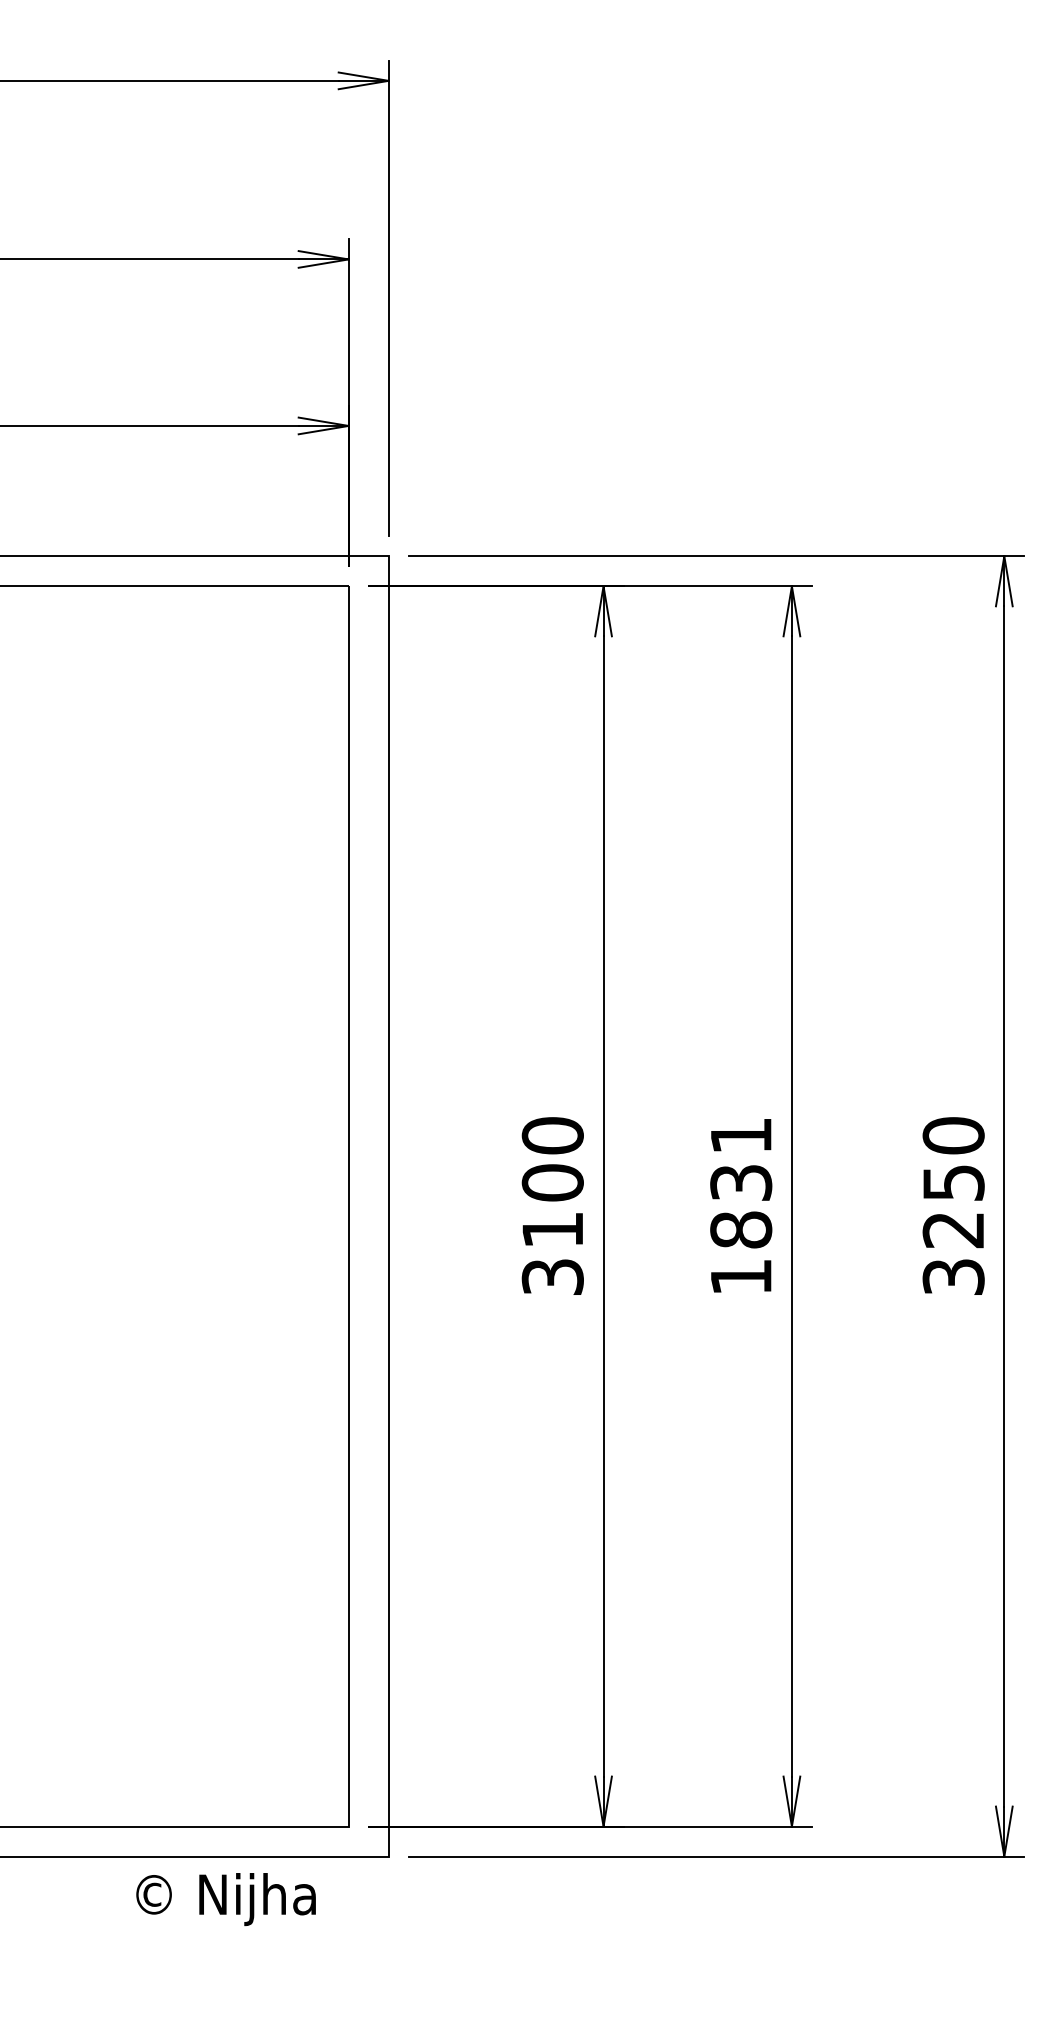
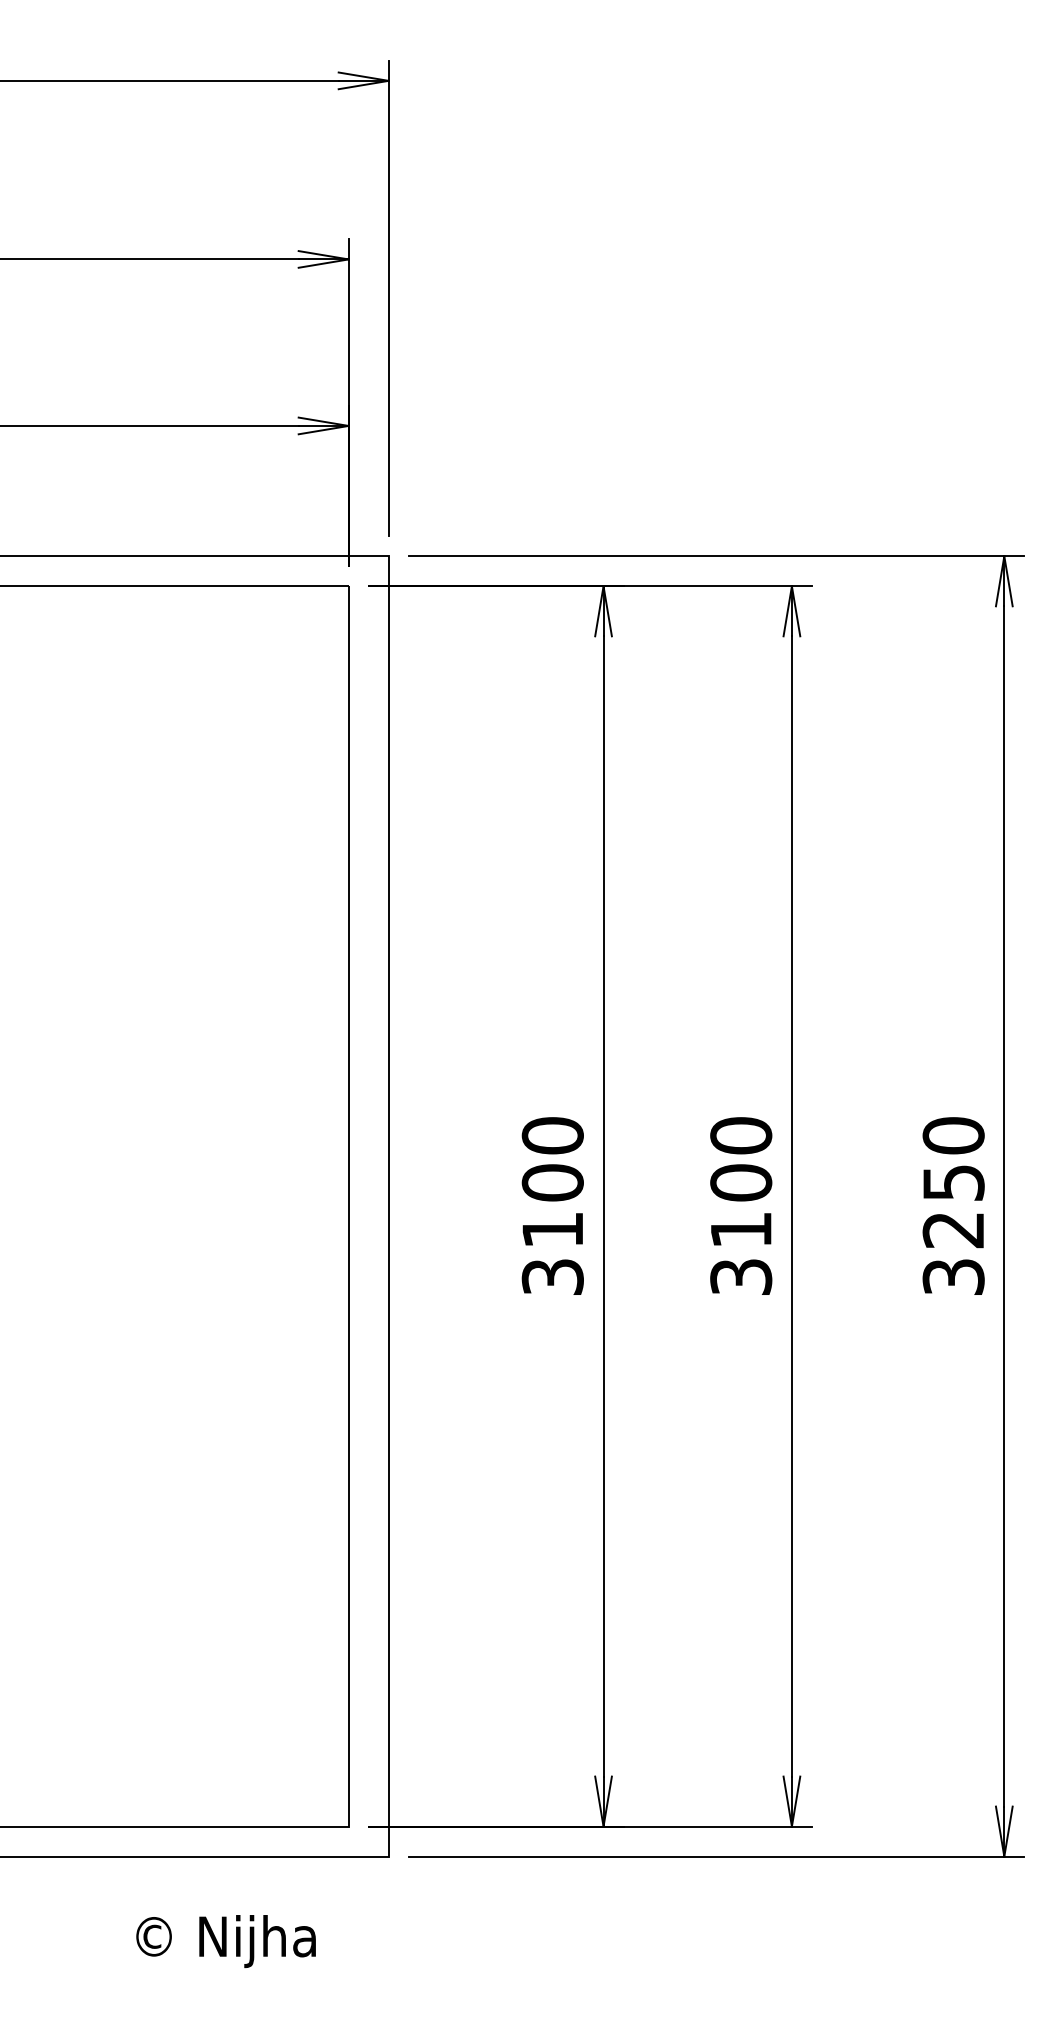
text at (741, 1205): 1831 -> 3100
text at (225, 1899) position: (225, 1899) -> (225, 1941)
